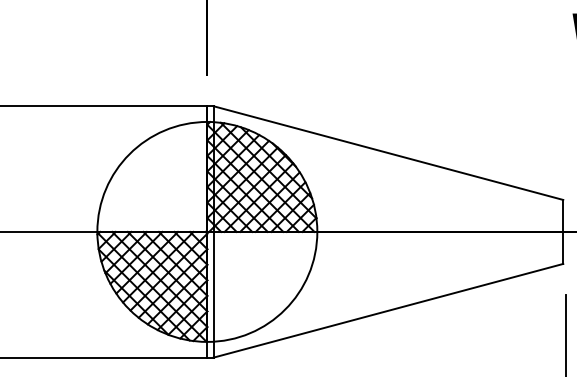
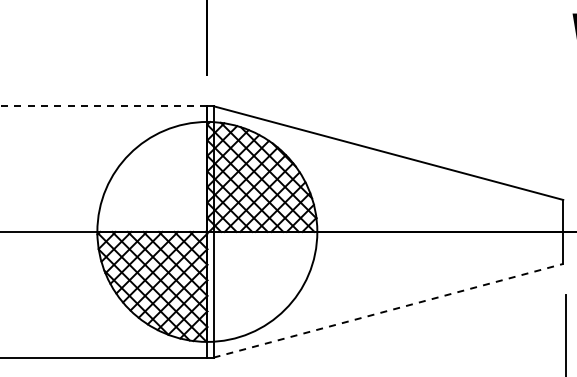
line at (103, 106): solid -> dashed
line at (388, 310): solid -> dashed
